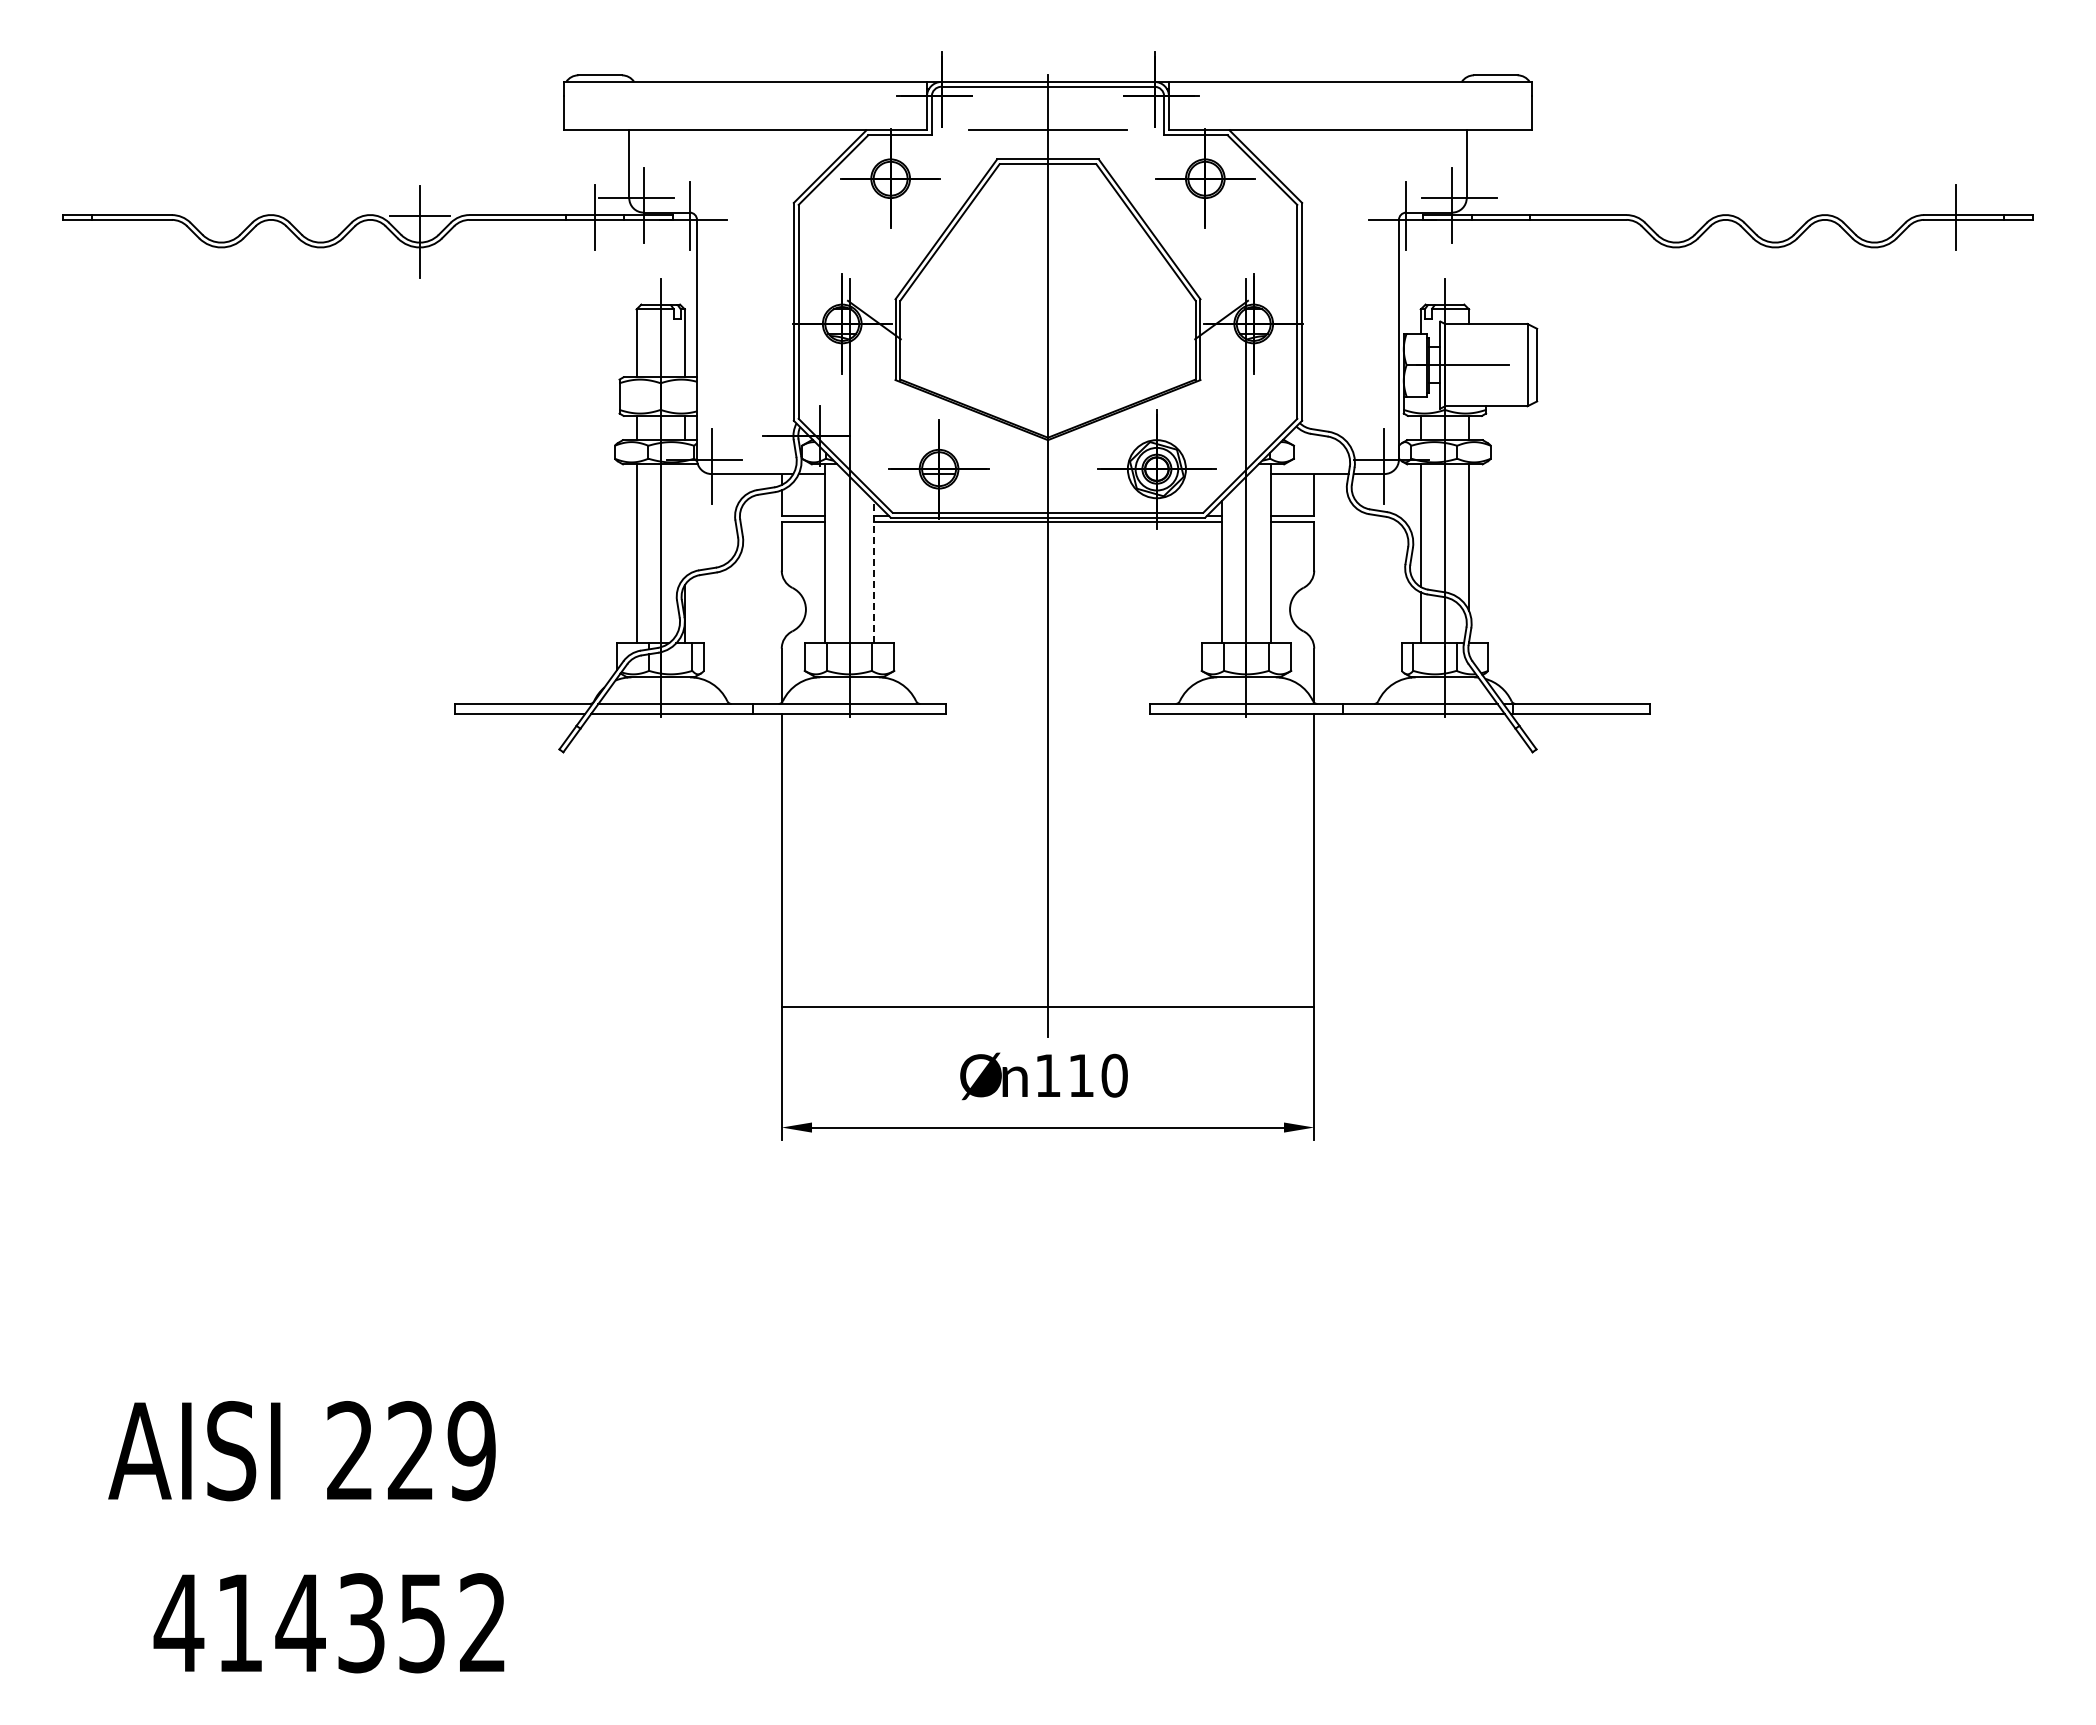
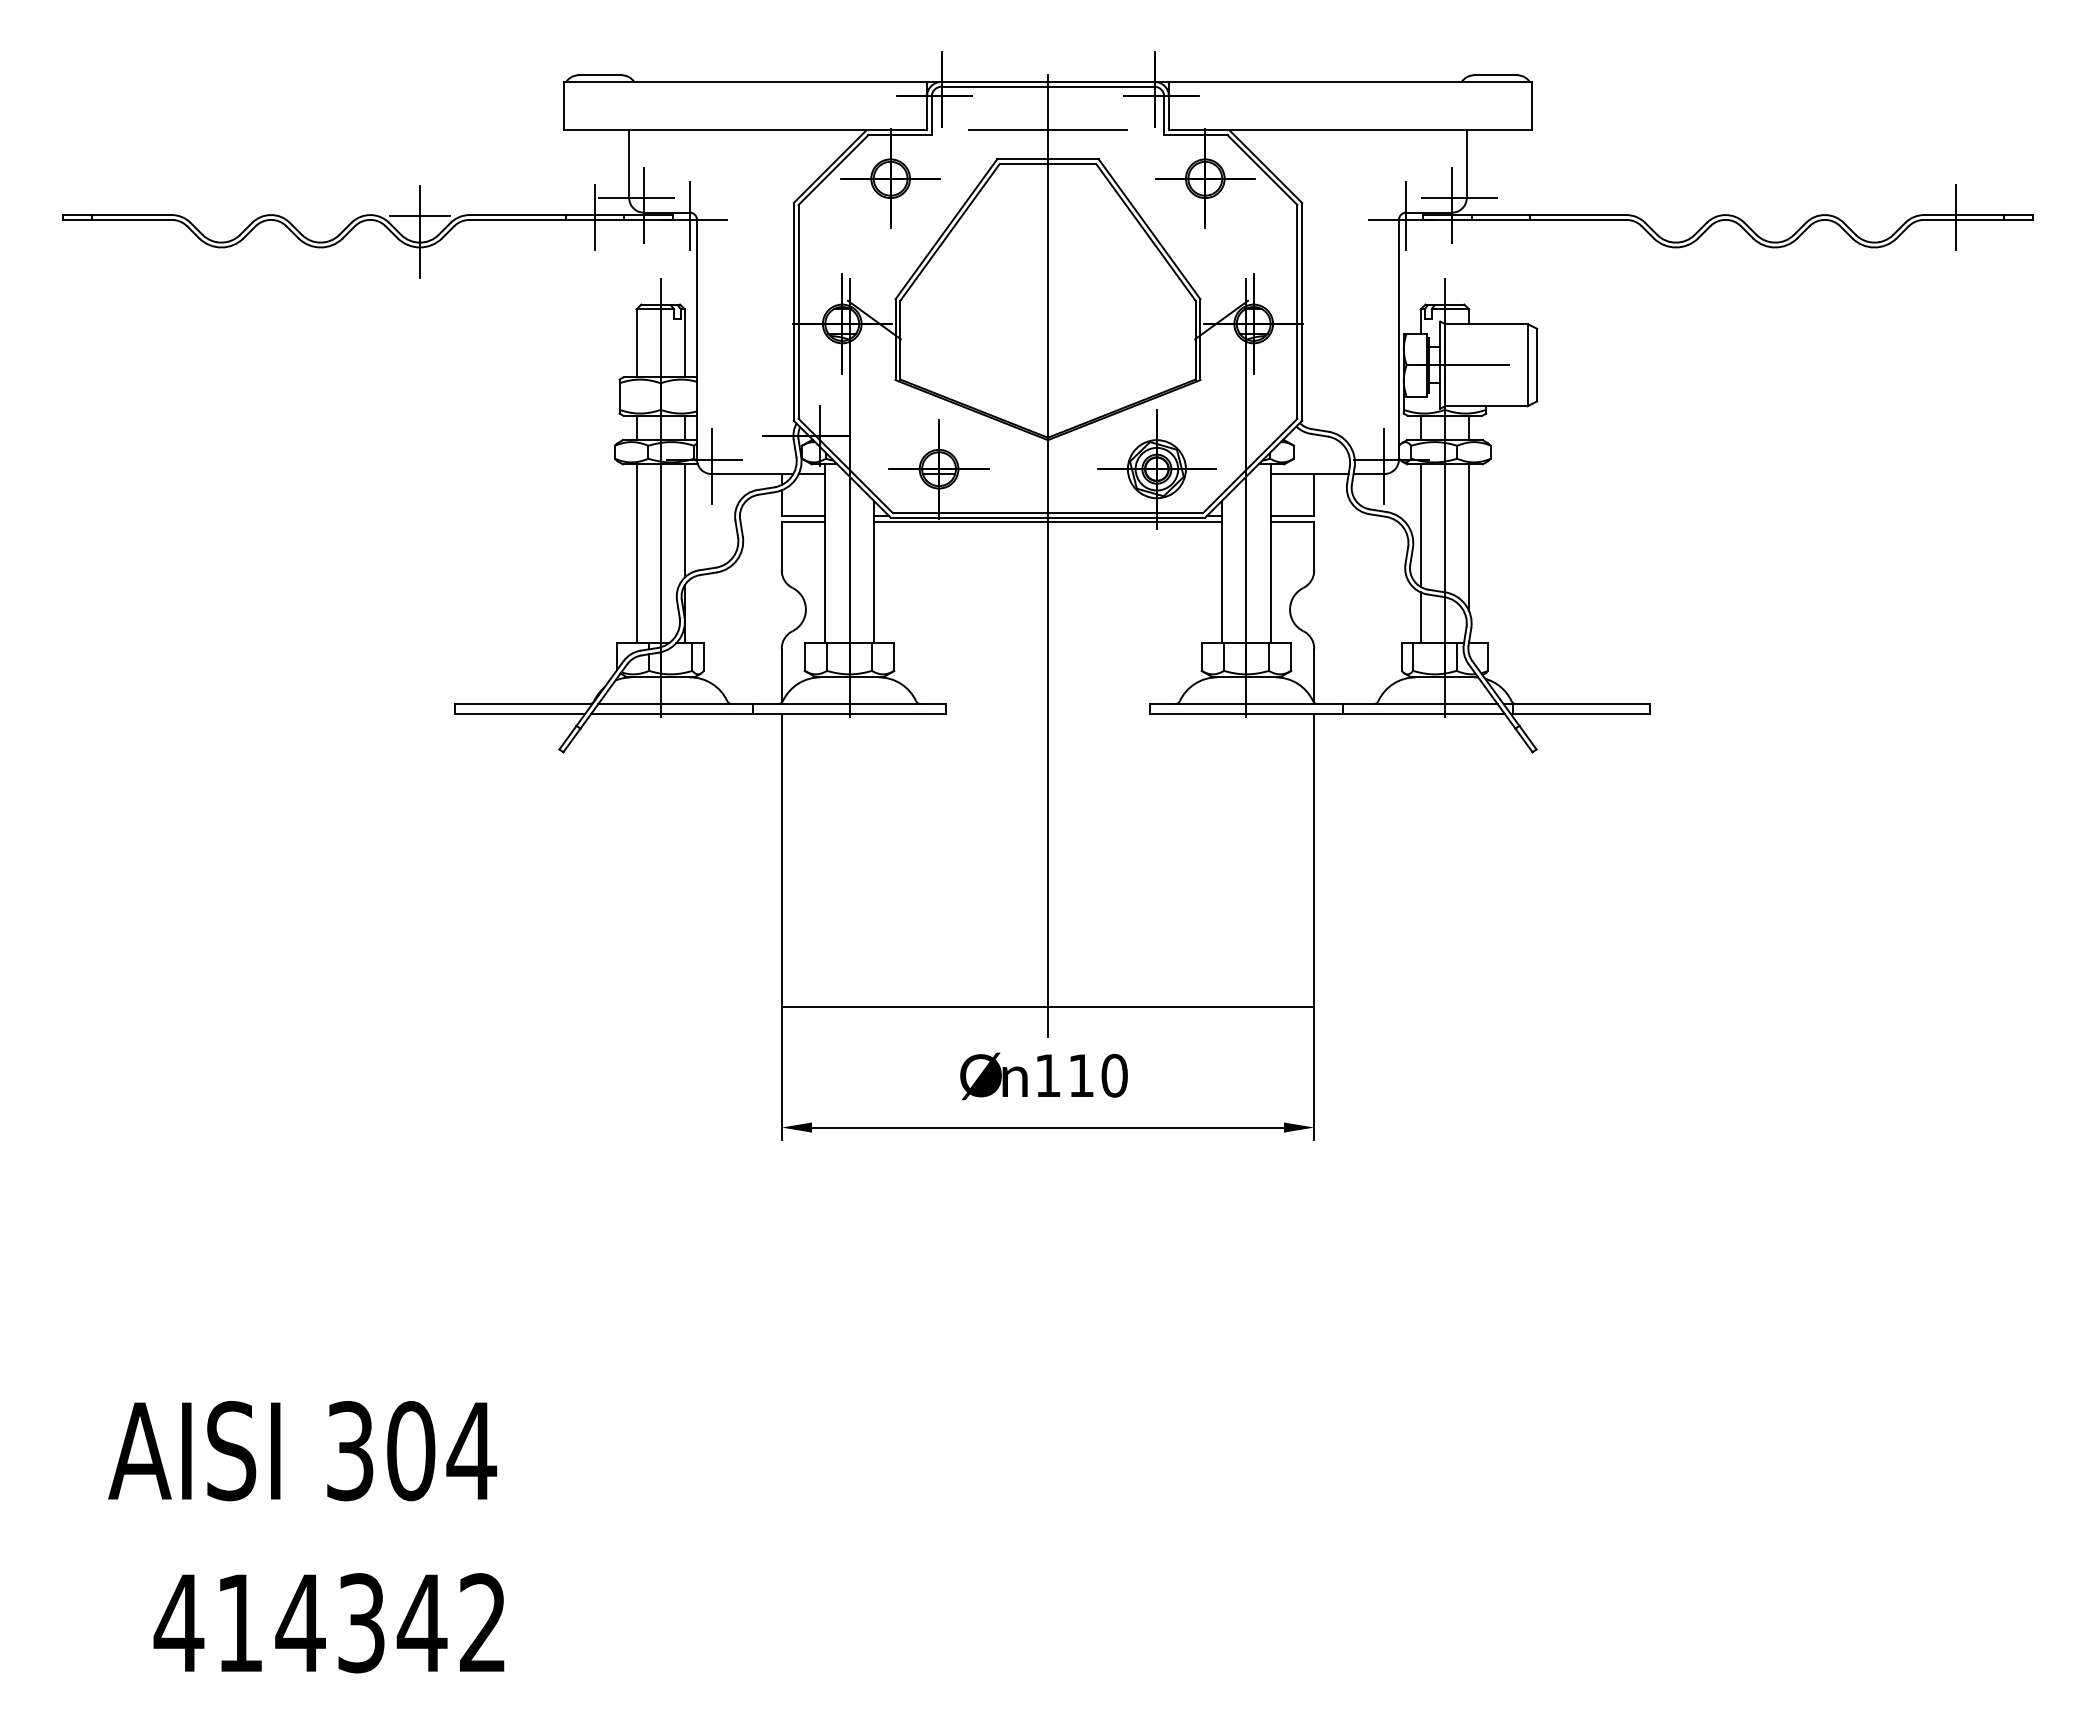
line at (684, 520): none -> present
line at (873, 571): dashed -> solid
text at (412, 1451): 229 -> 304
text at (421, 1623): 414352 -> 414342
